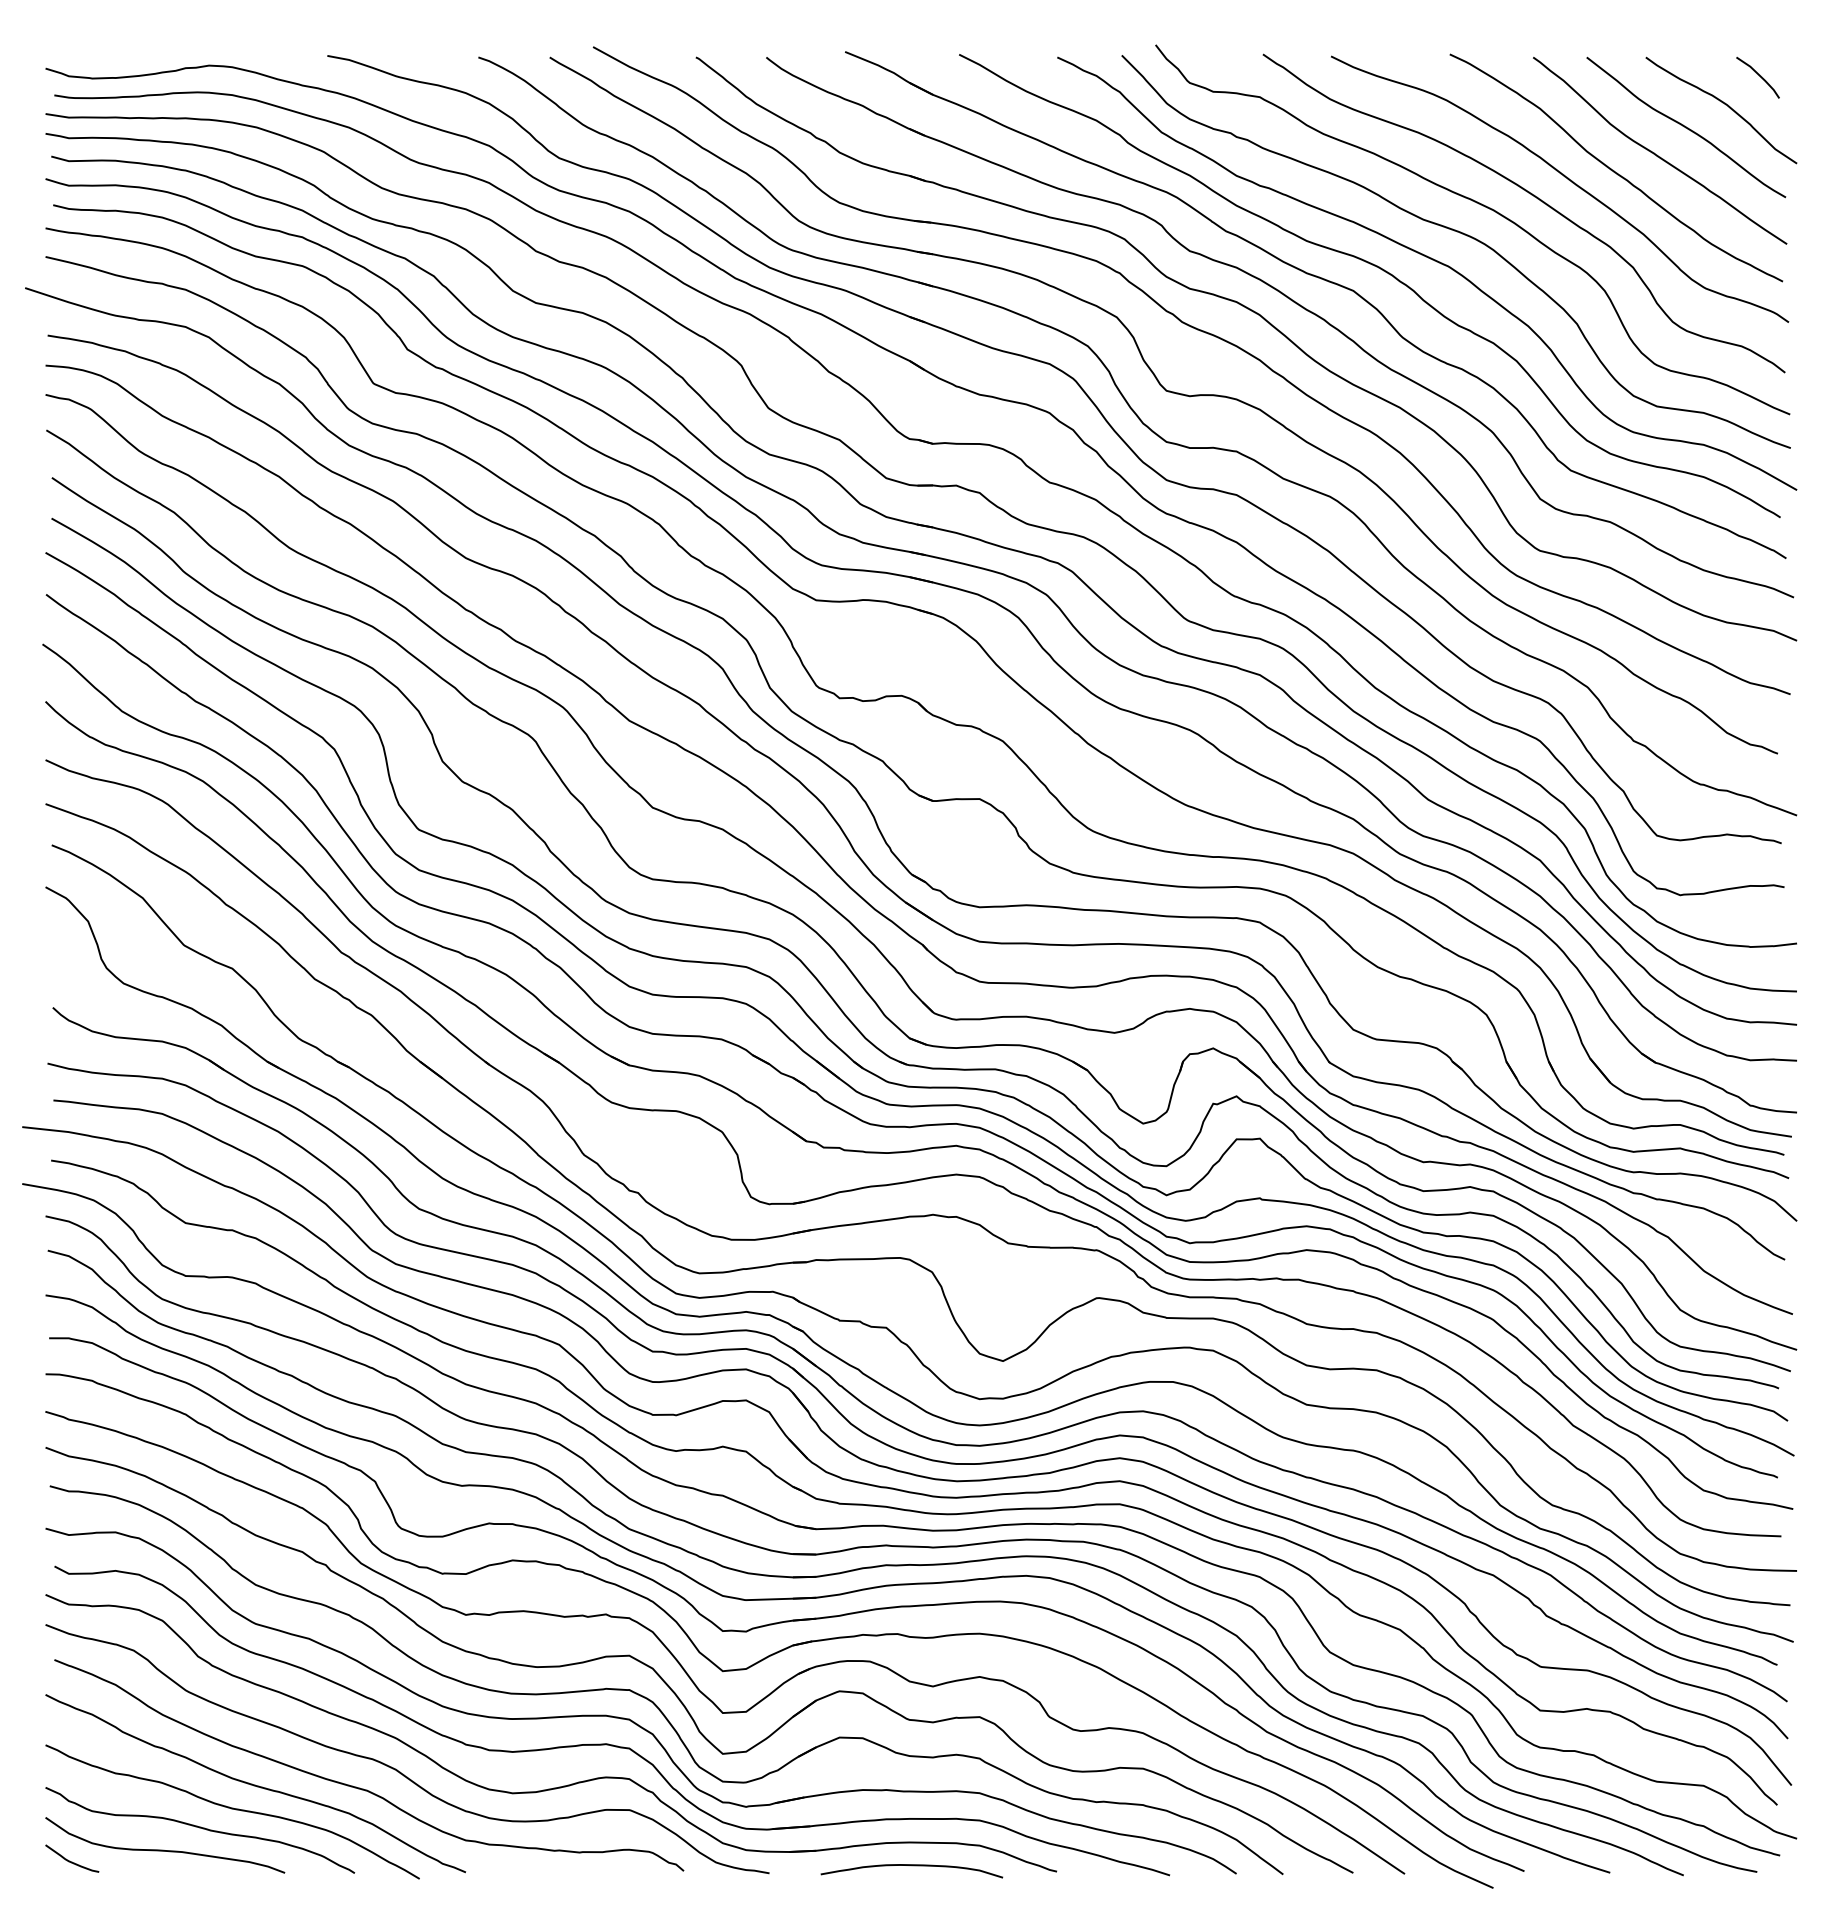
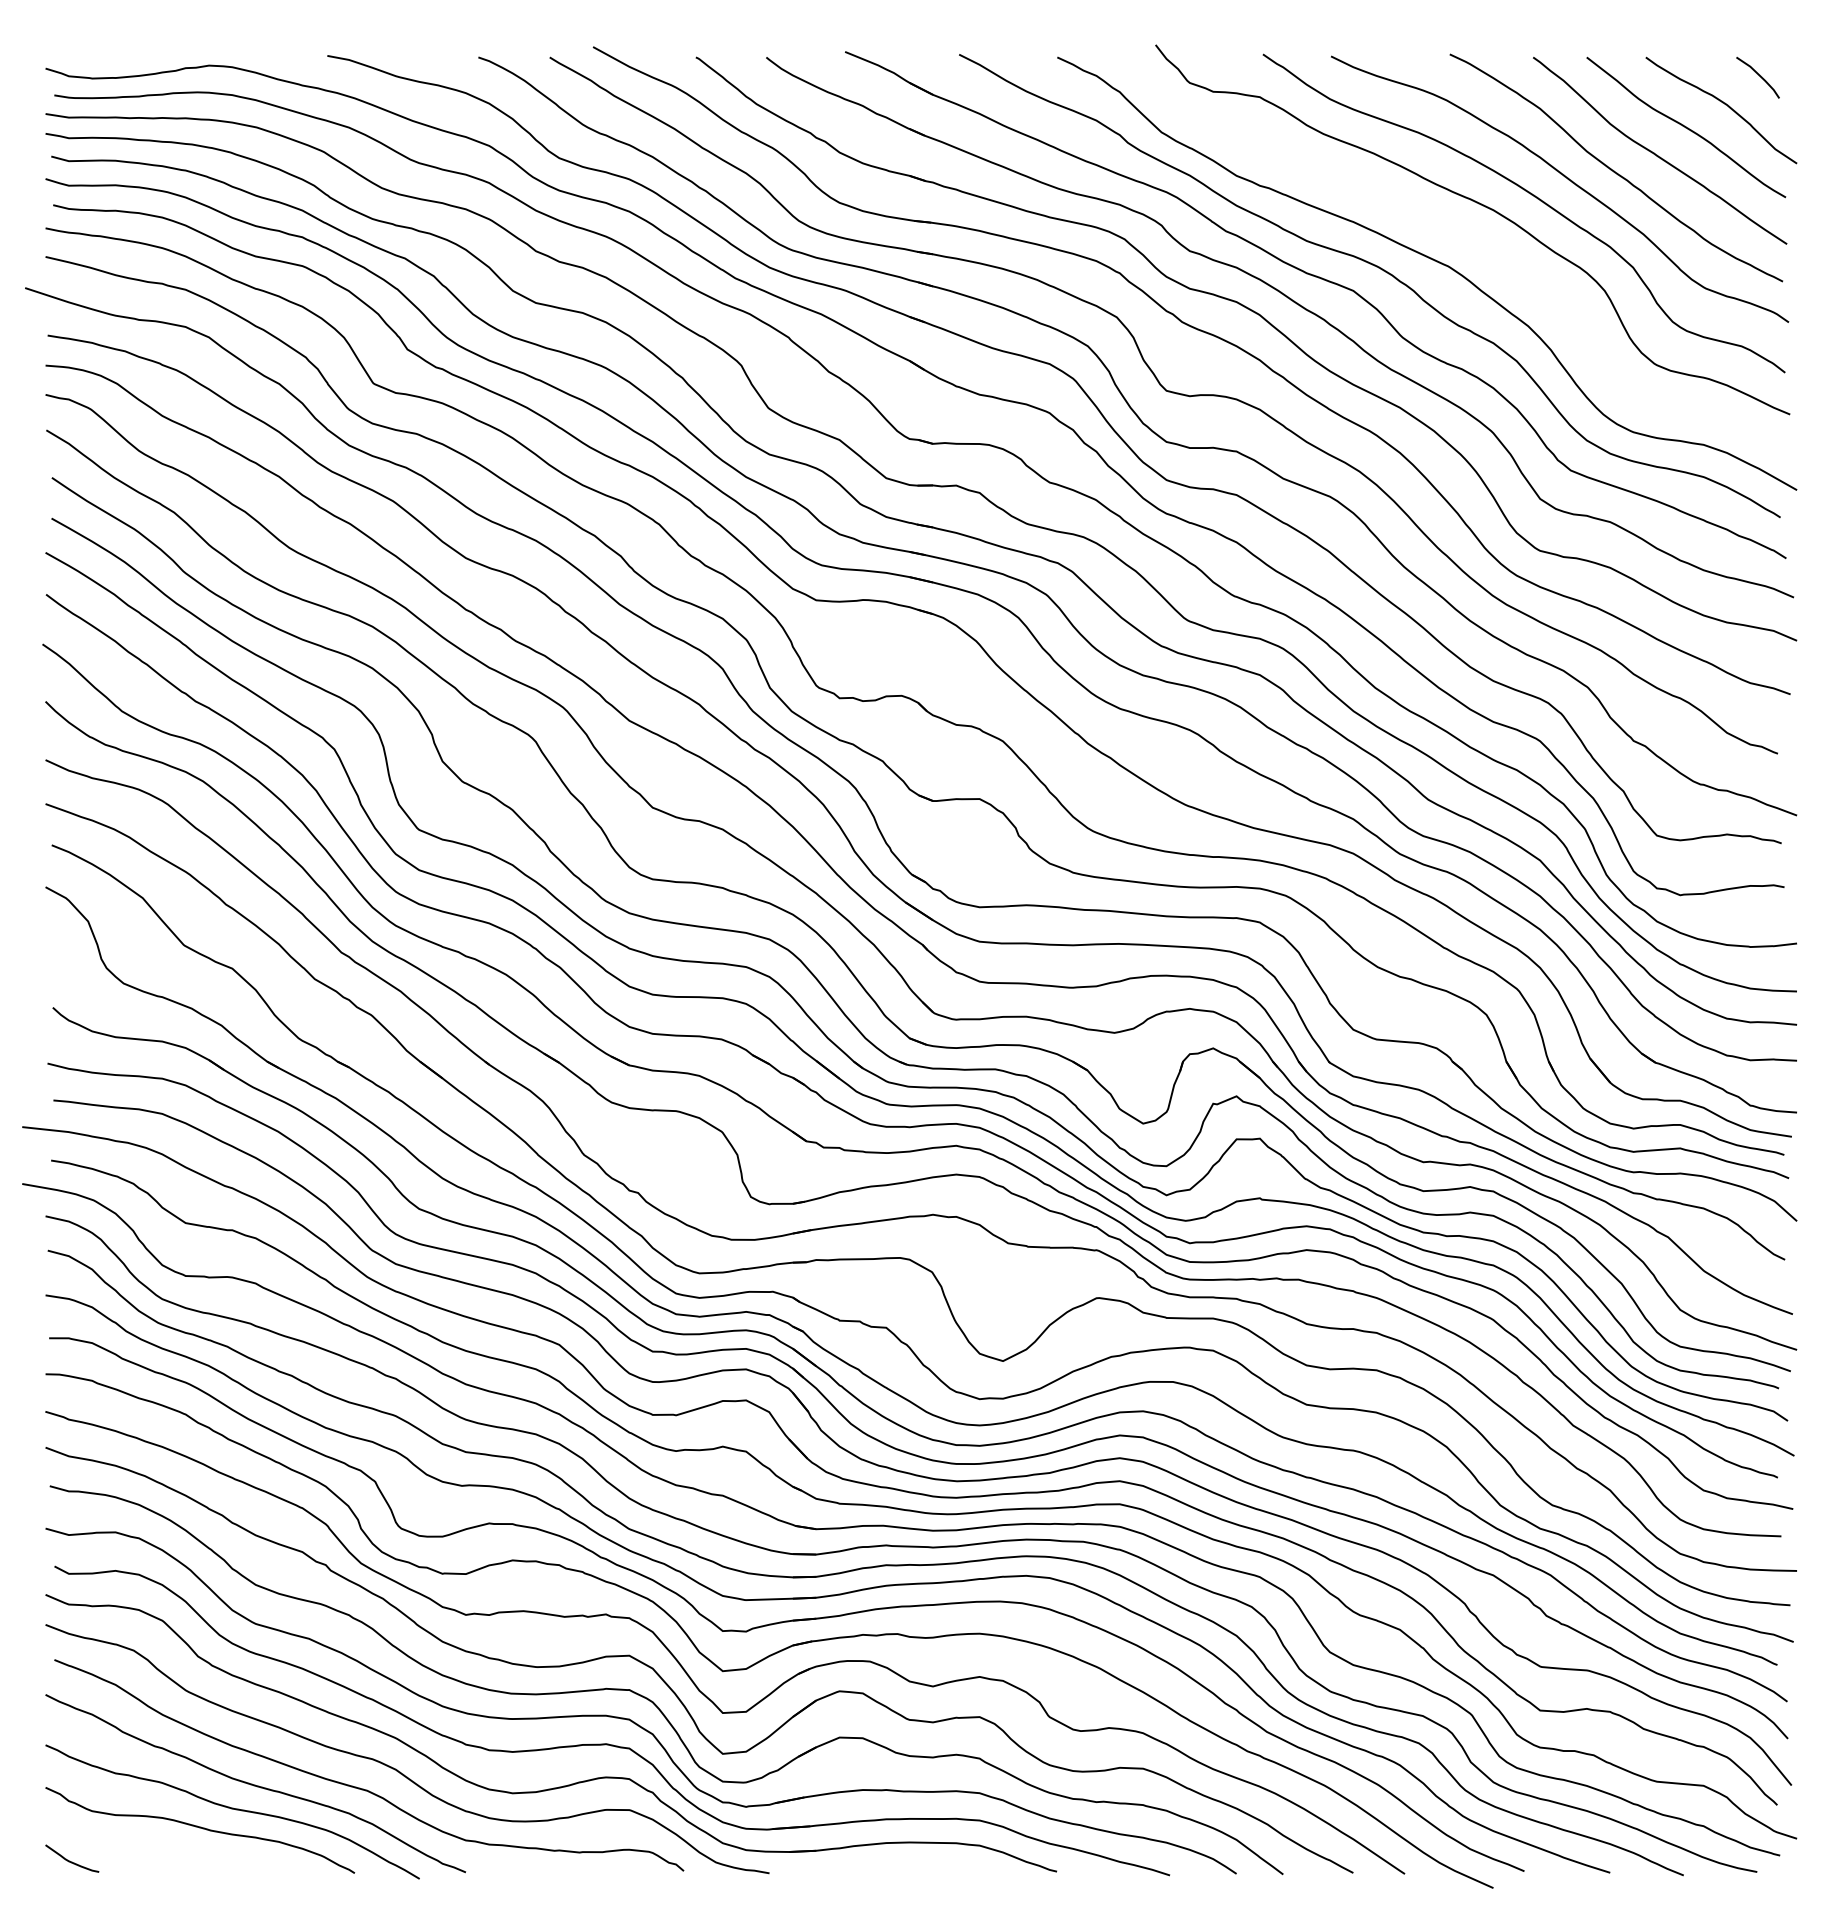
curve at (1464, 235): present -> none
curve at (163, 1849): present -> none
curve at (911, 1866): present -> none
